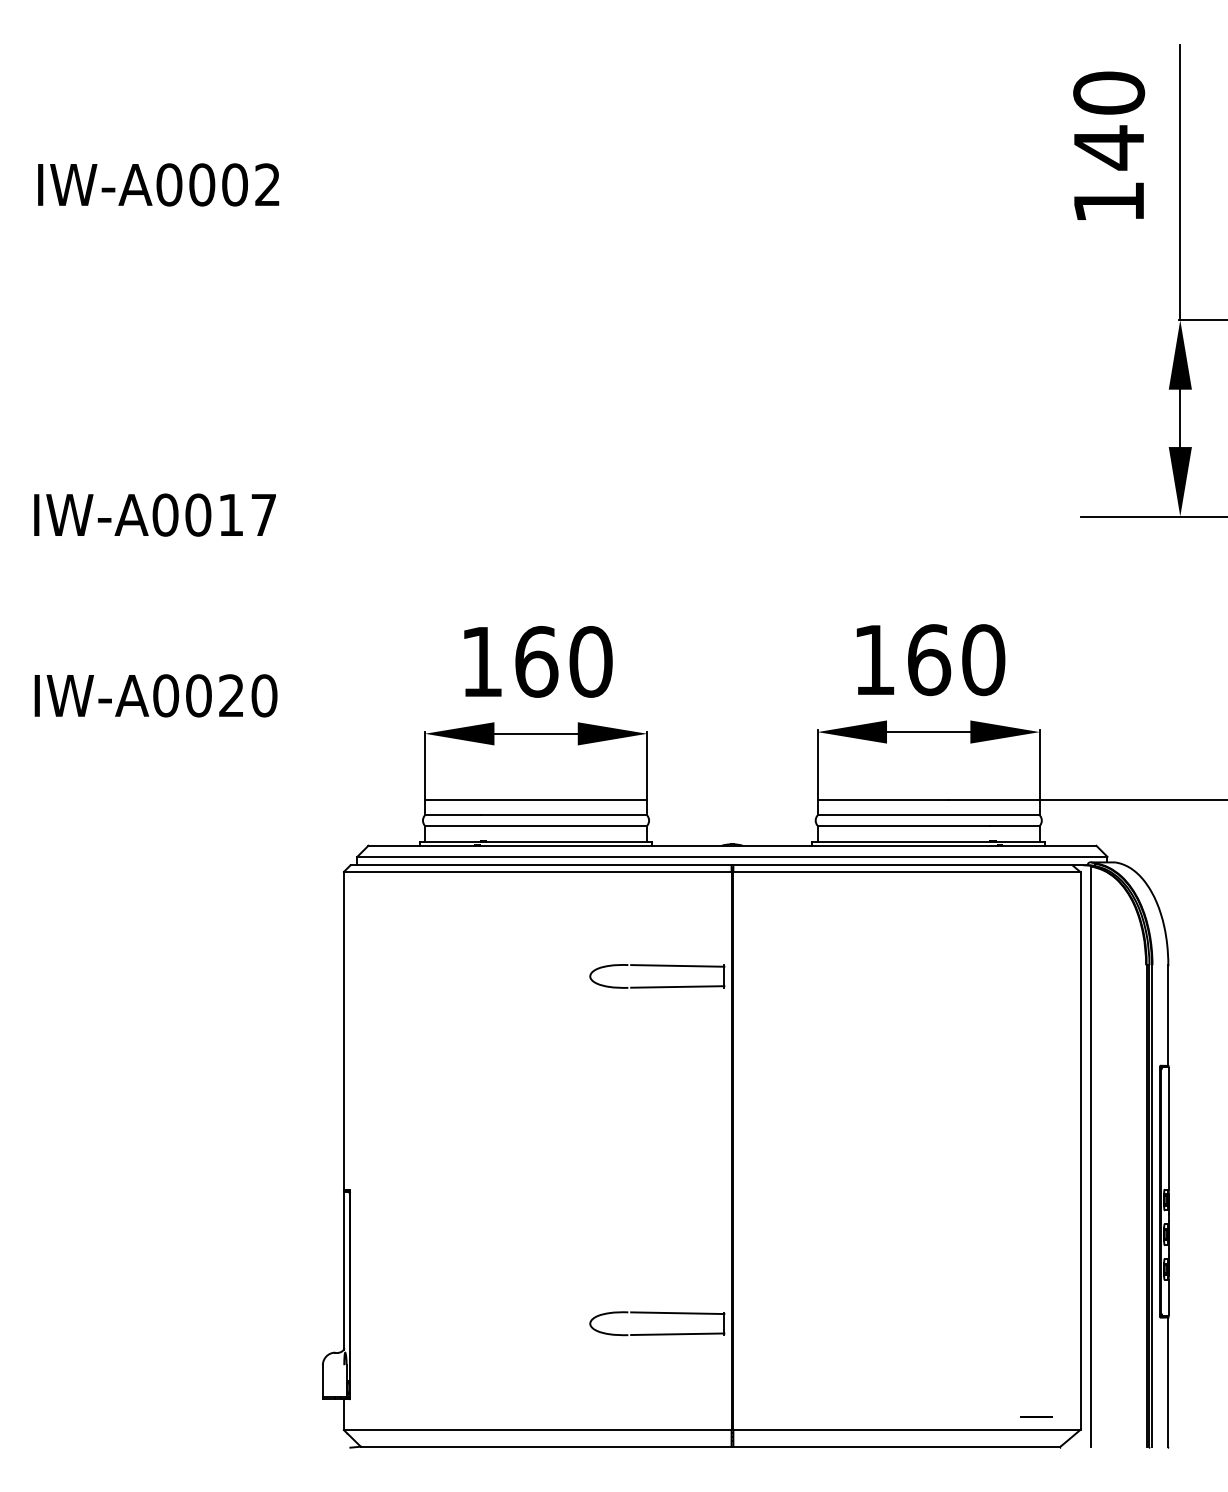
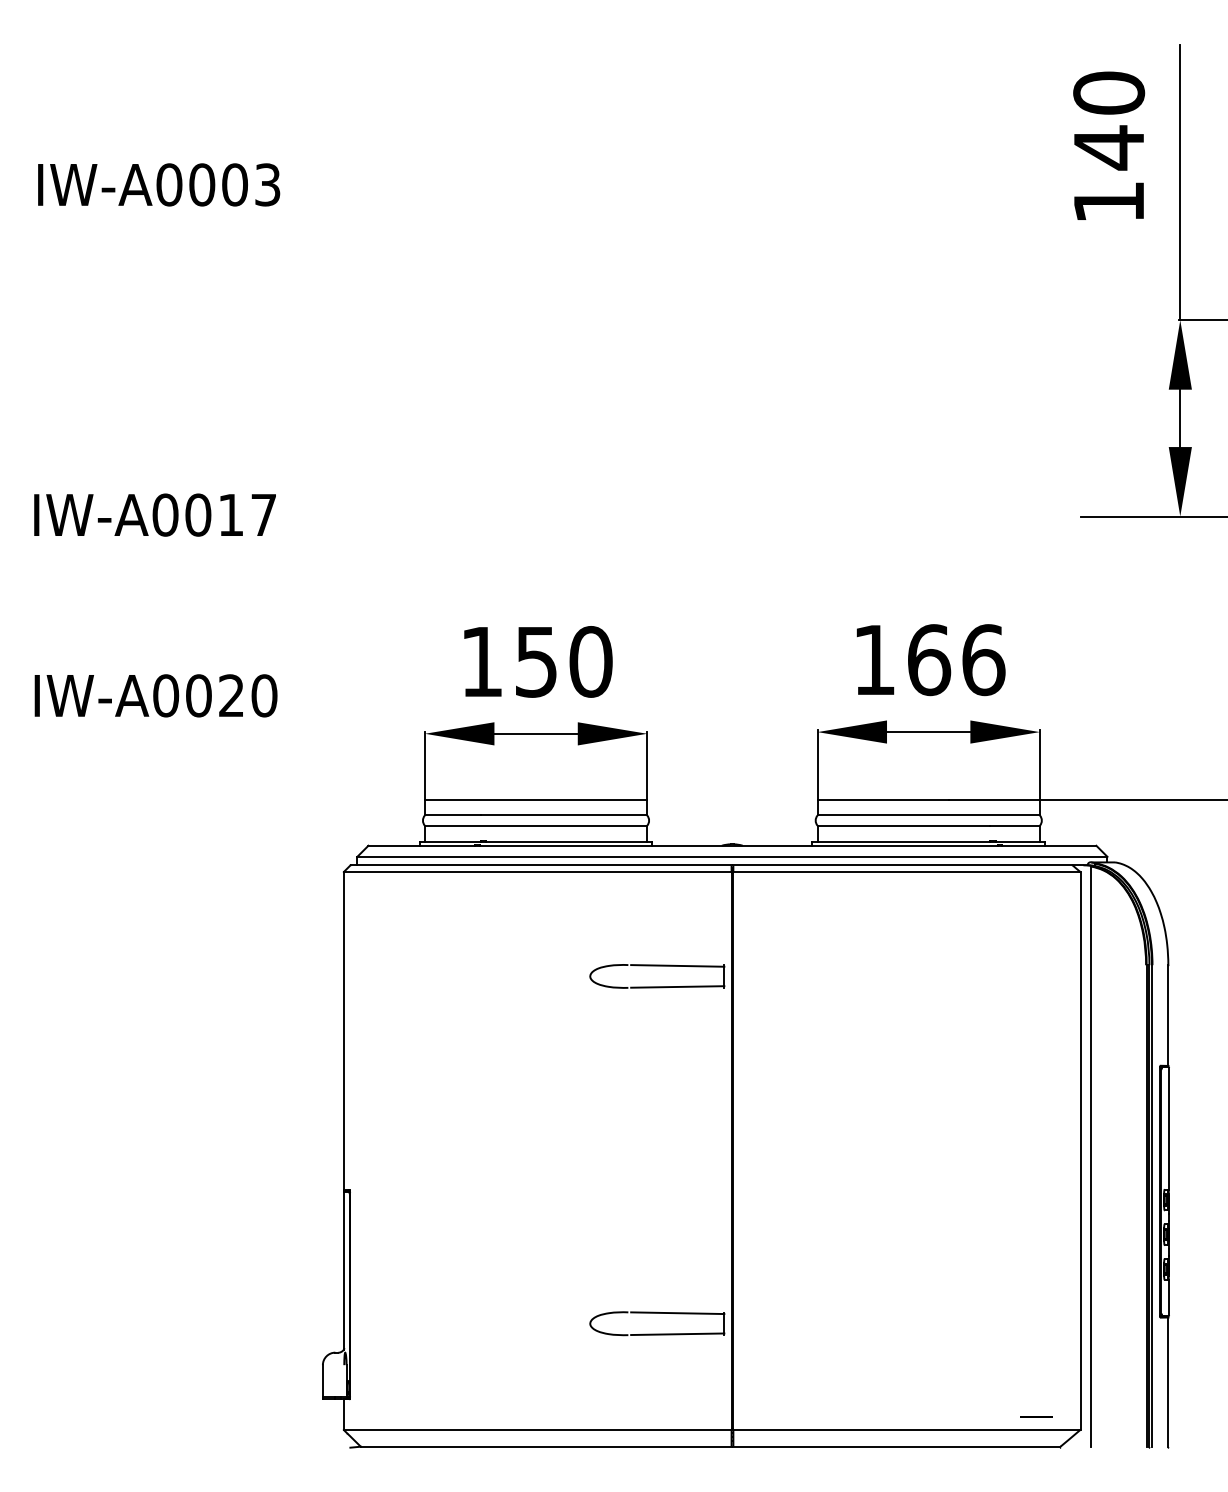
text at (267, 184): IW-A0002 -> IW-A0003
text at (983, 659): 160 -> 166
text at (536, 661): 160 -> 150
